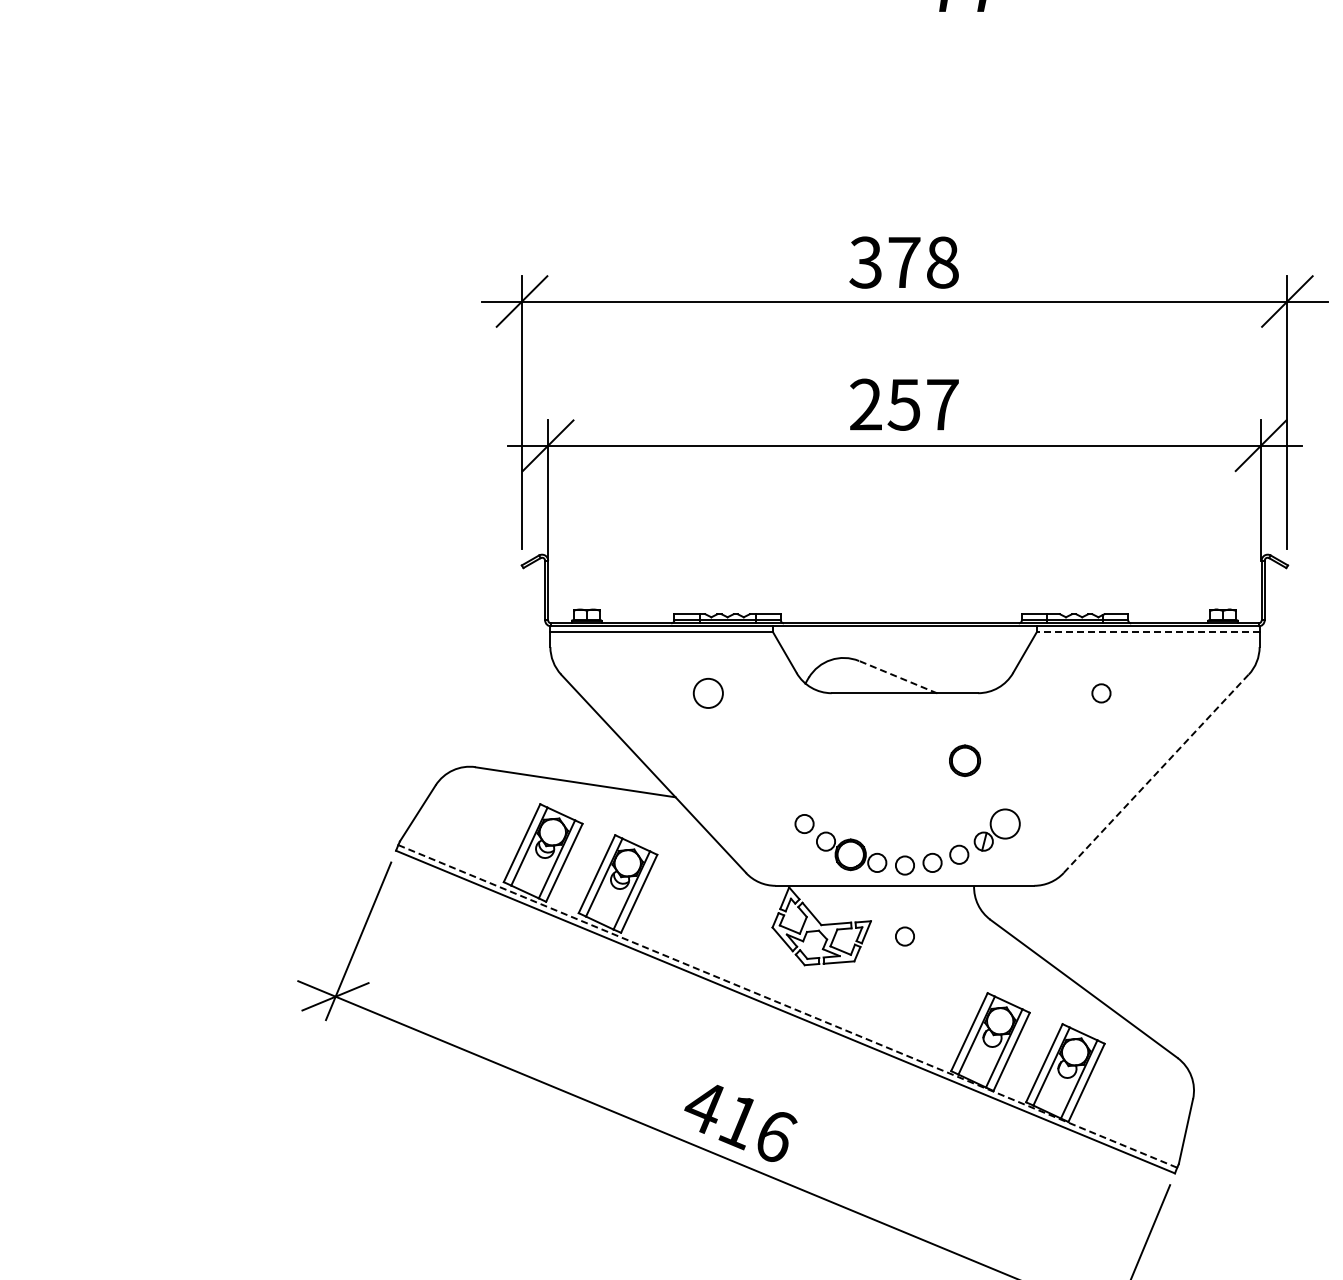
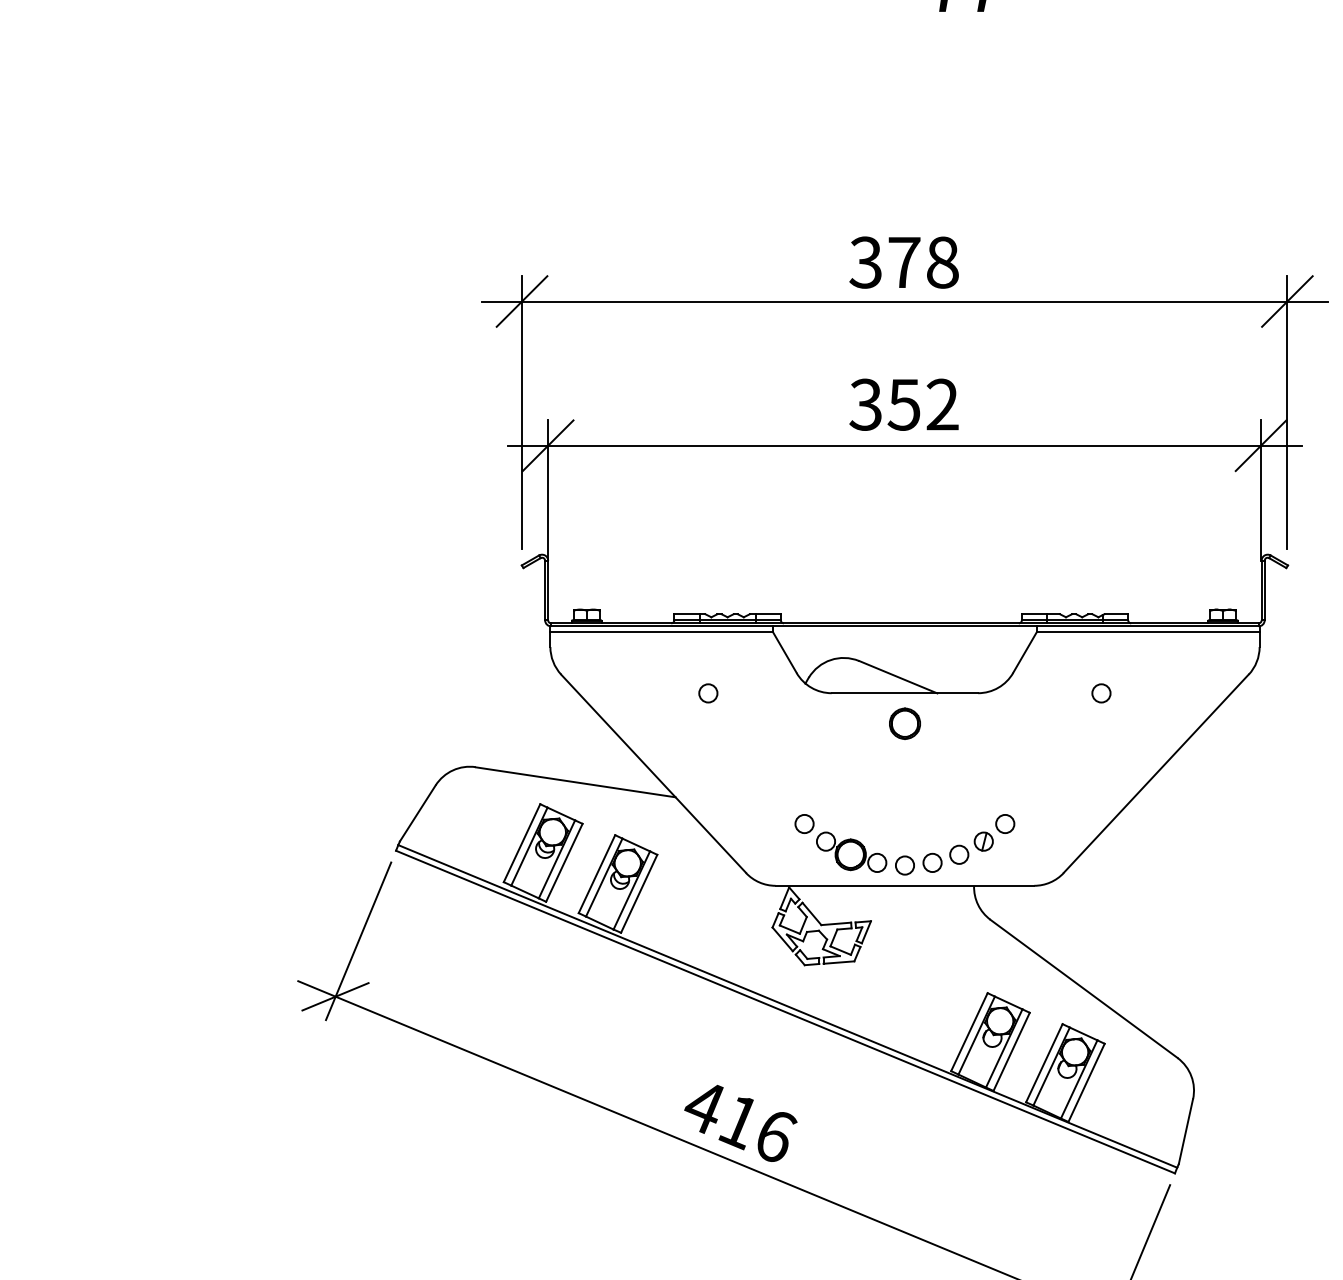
text at (903, 404): 257 -> 352
line at (1147, 632): dashed -> solid
line at (897, 677): dashed -> solid
circle at (707, 692) diameter: 29 px -> 18 px
part at (964, 760) position: (964, 760) -> (904, 723)
line at (1156, 773): dashed -> solid
circle at (1004, 823) diameter: 29 px -> 18 px
circle at (904, 936): present -> none
line at (787, 1006): dashed -> solid
